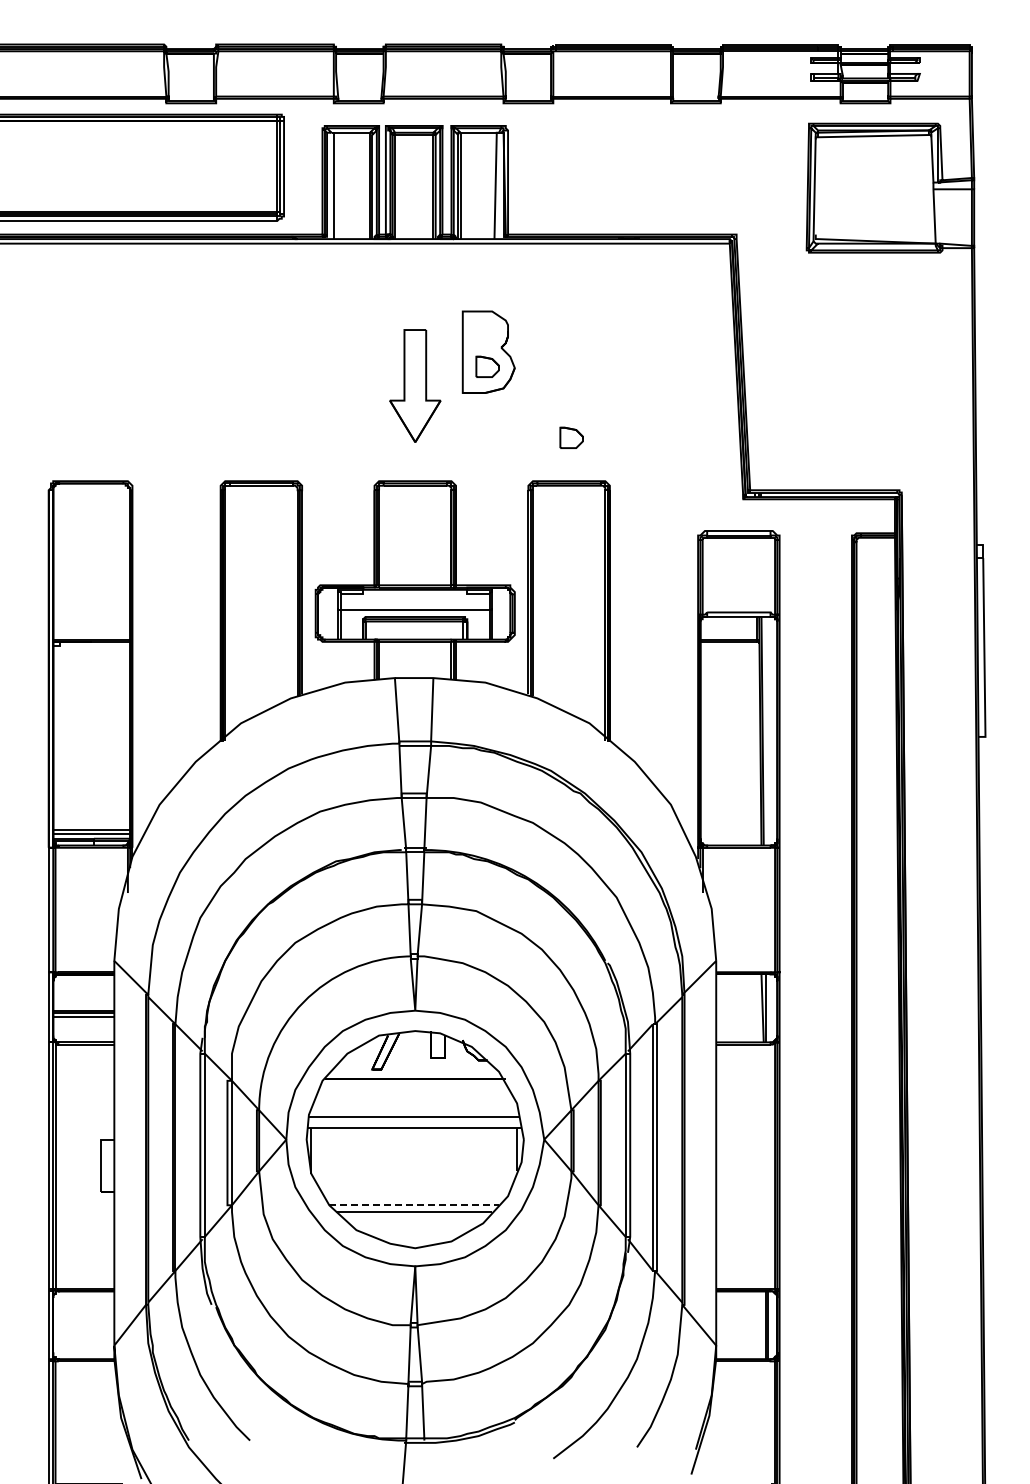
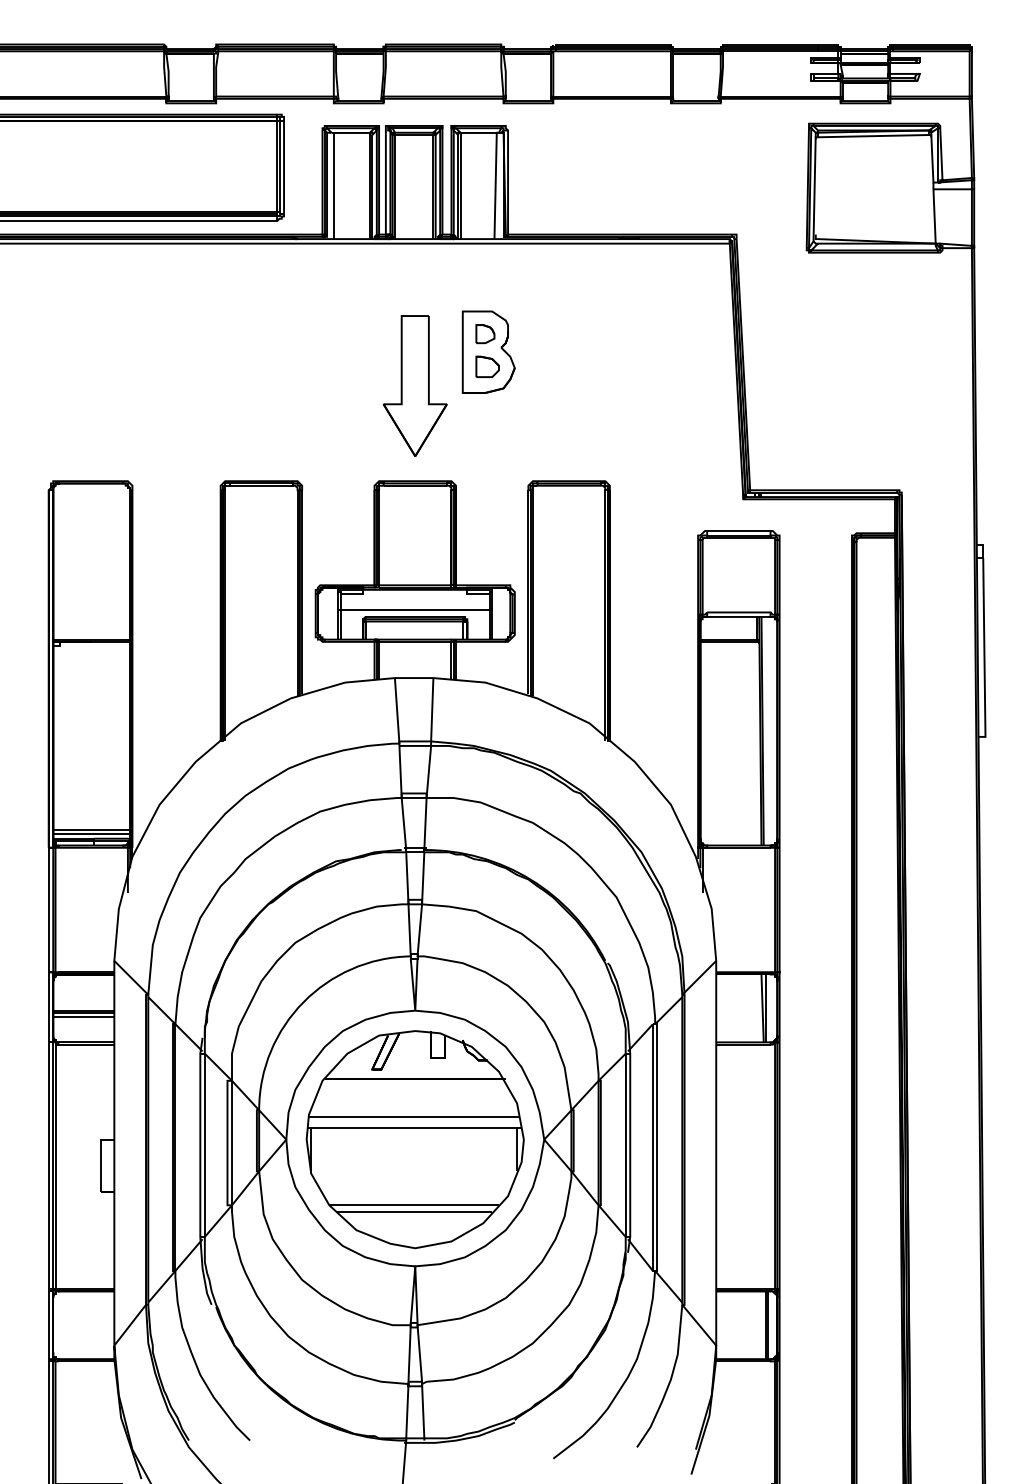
part at (485, 334): none -> present
part at (415, 385) size: 53x114 px -> 65x142 px
part at (571, 437): present -> none
line at (414, 1205): dashed -> solid
